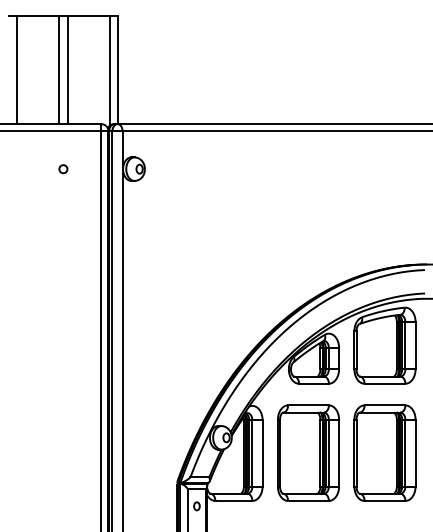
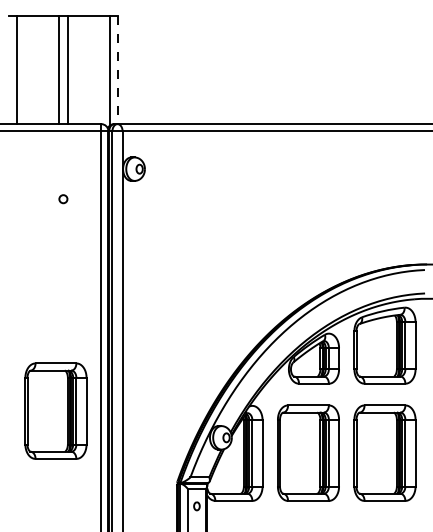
line at (117, 70): solid -> dashed
circle at (63, 169) position: (63, 169) -> (63, 199)
part at (55, 410): none -> present
